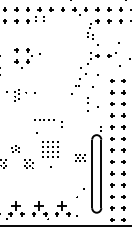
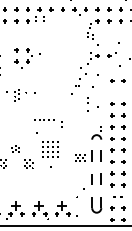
part at (117, 92): present -> none
line at (92, 173): solid -> dashed
line at (101, 173): solid -> dashed
part at (117, 196) size: 16x4 px -> 10x2 px
